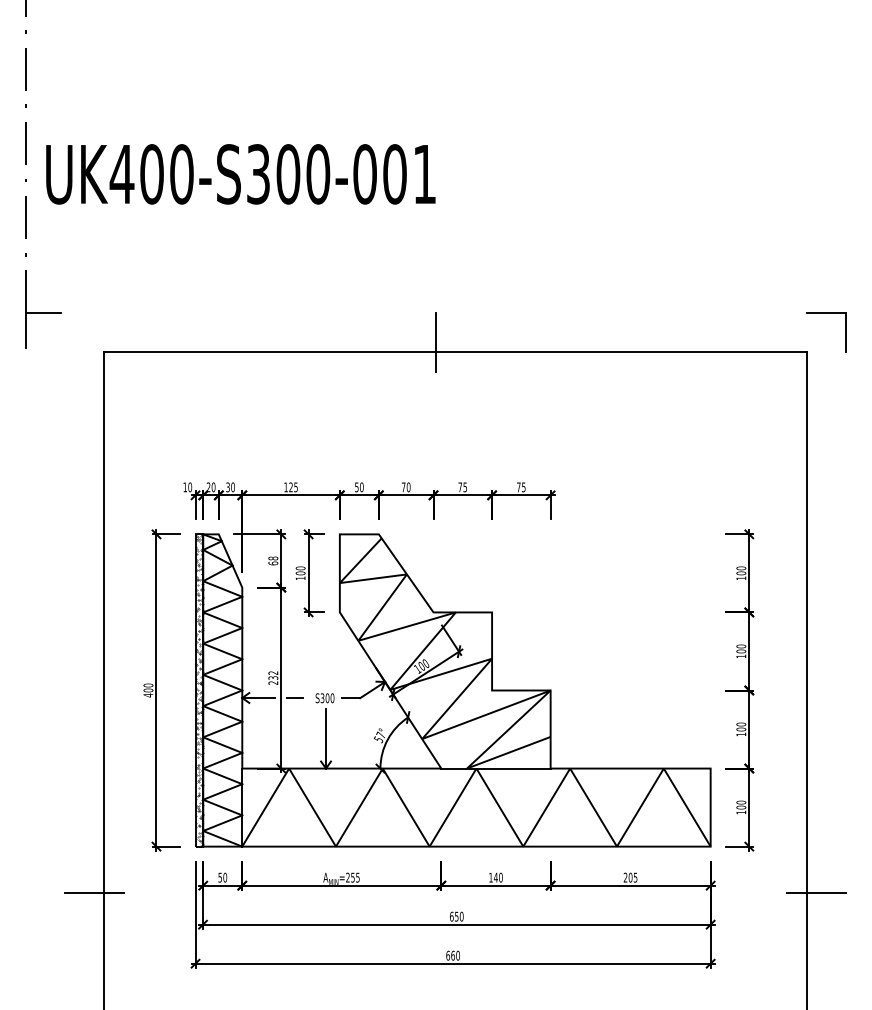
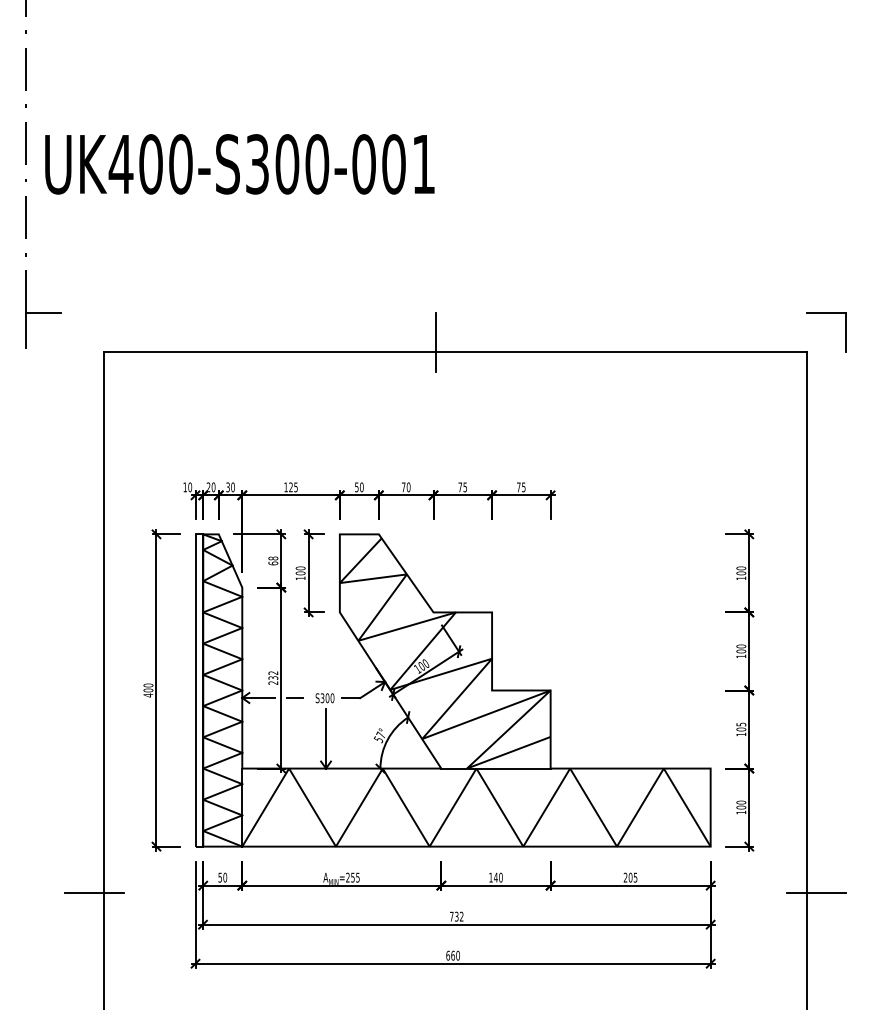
text at (240, 174) position: (240, 174) -> (239, 164)
hatch at (199, 690): present -> none
text at (741, 724): 100 -> 105
text at (456, 916): 650 -> 732
